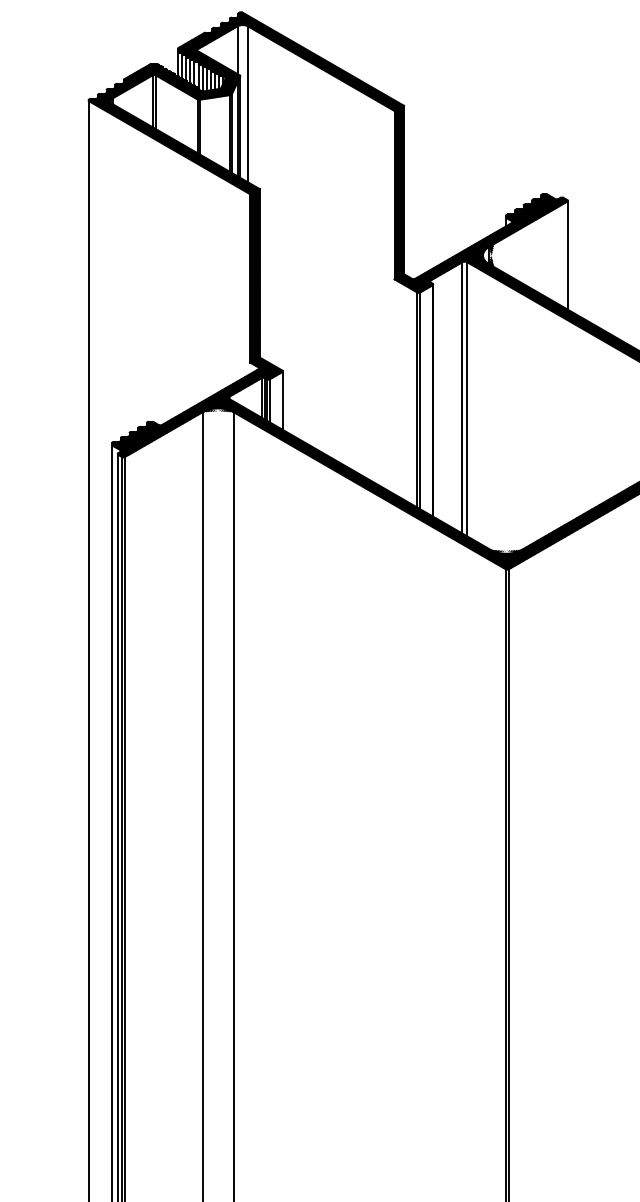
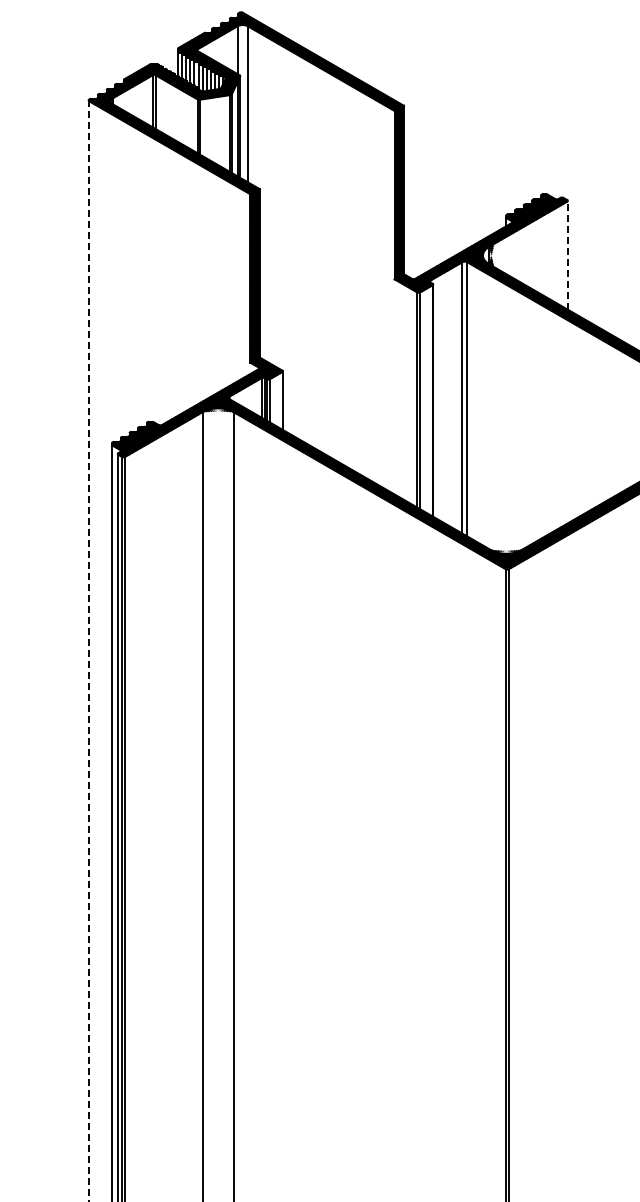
line at (567, 254): solid -> dashed
line at (88, 650): solid -> dashed
